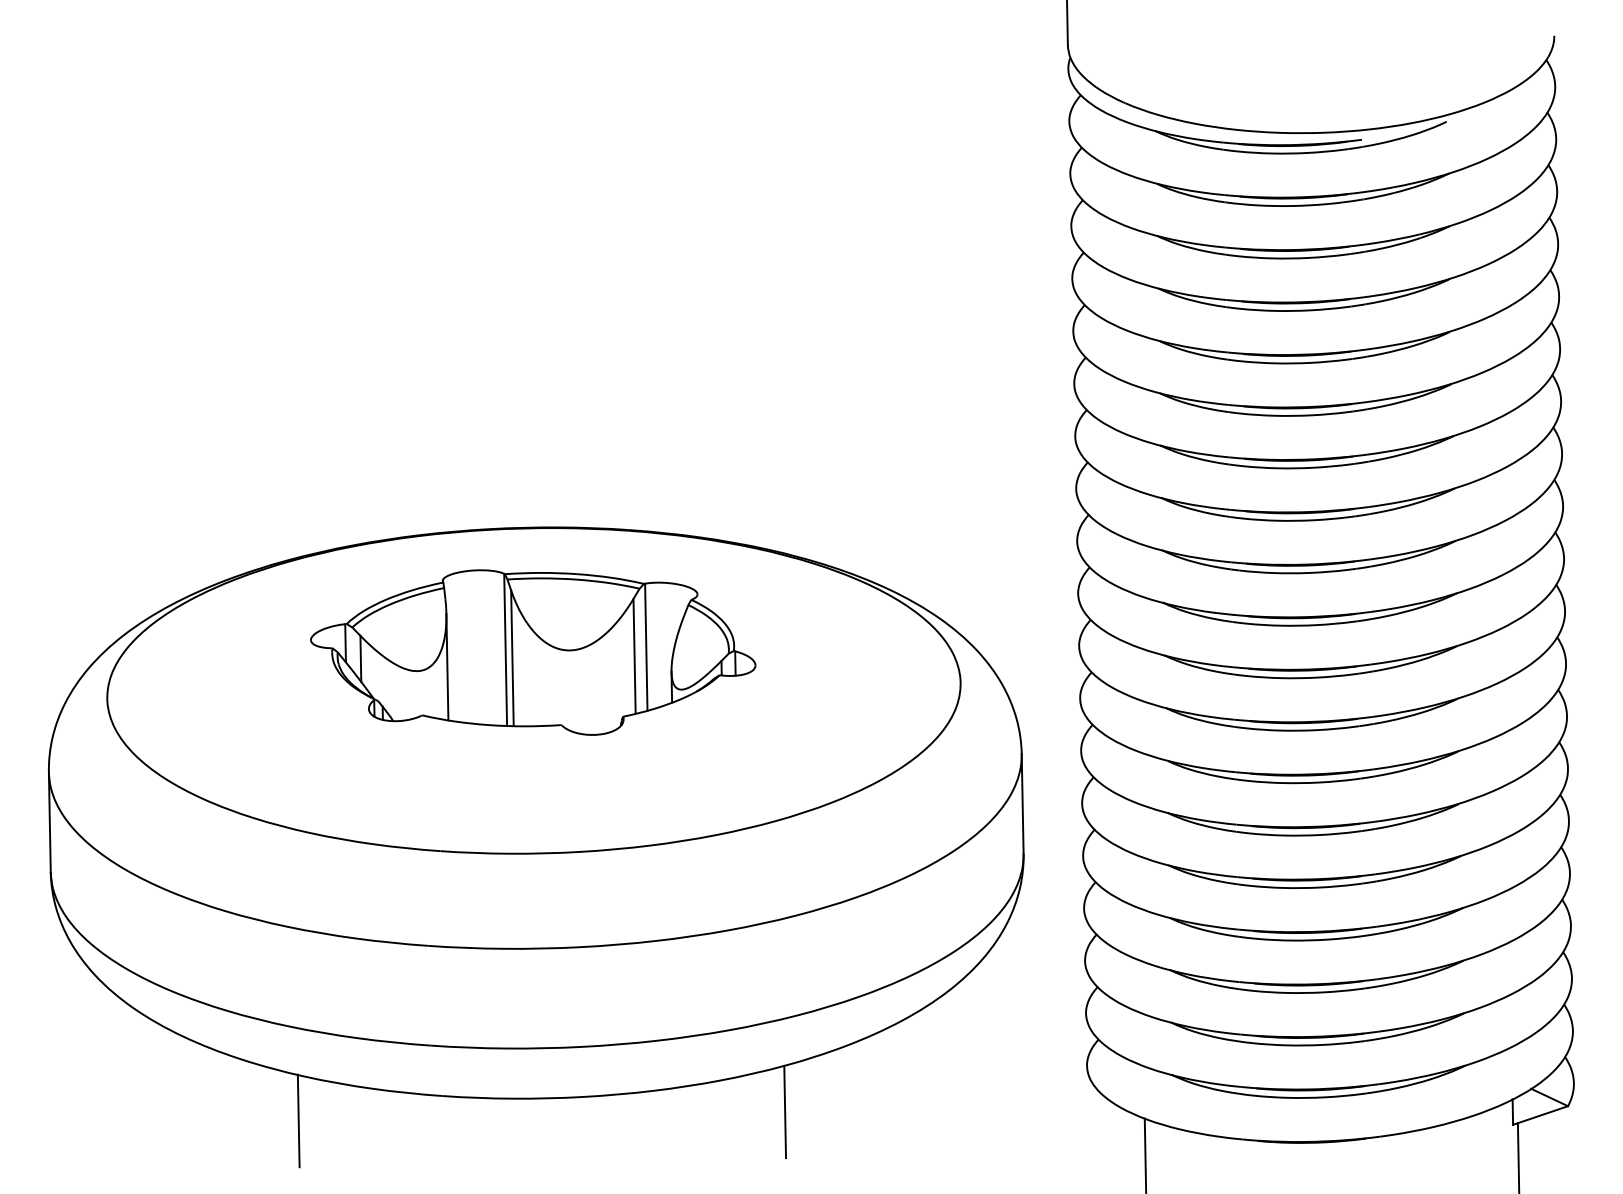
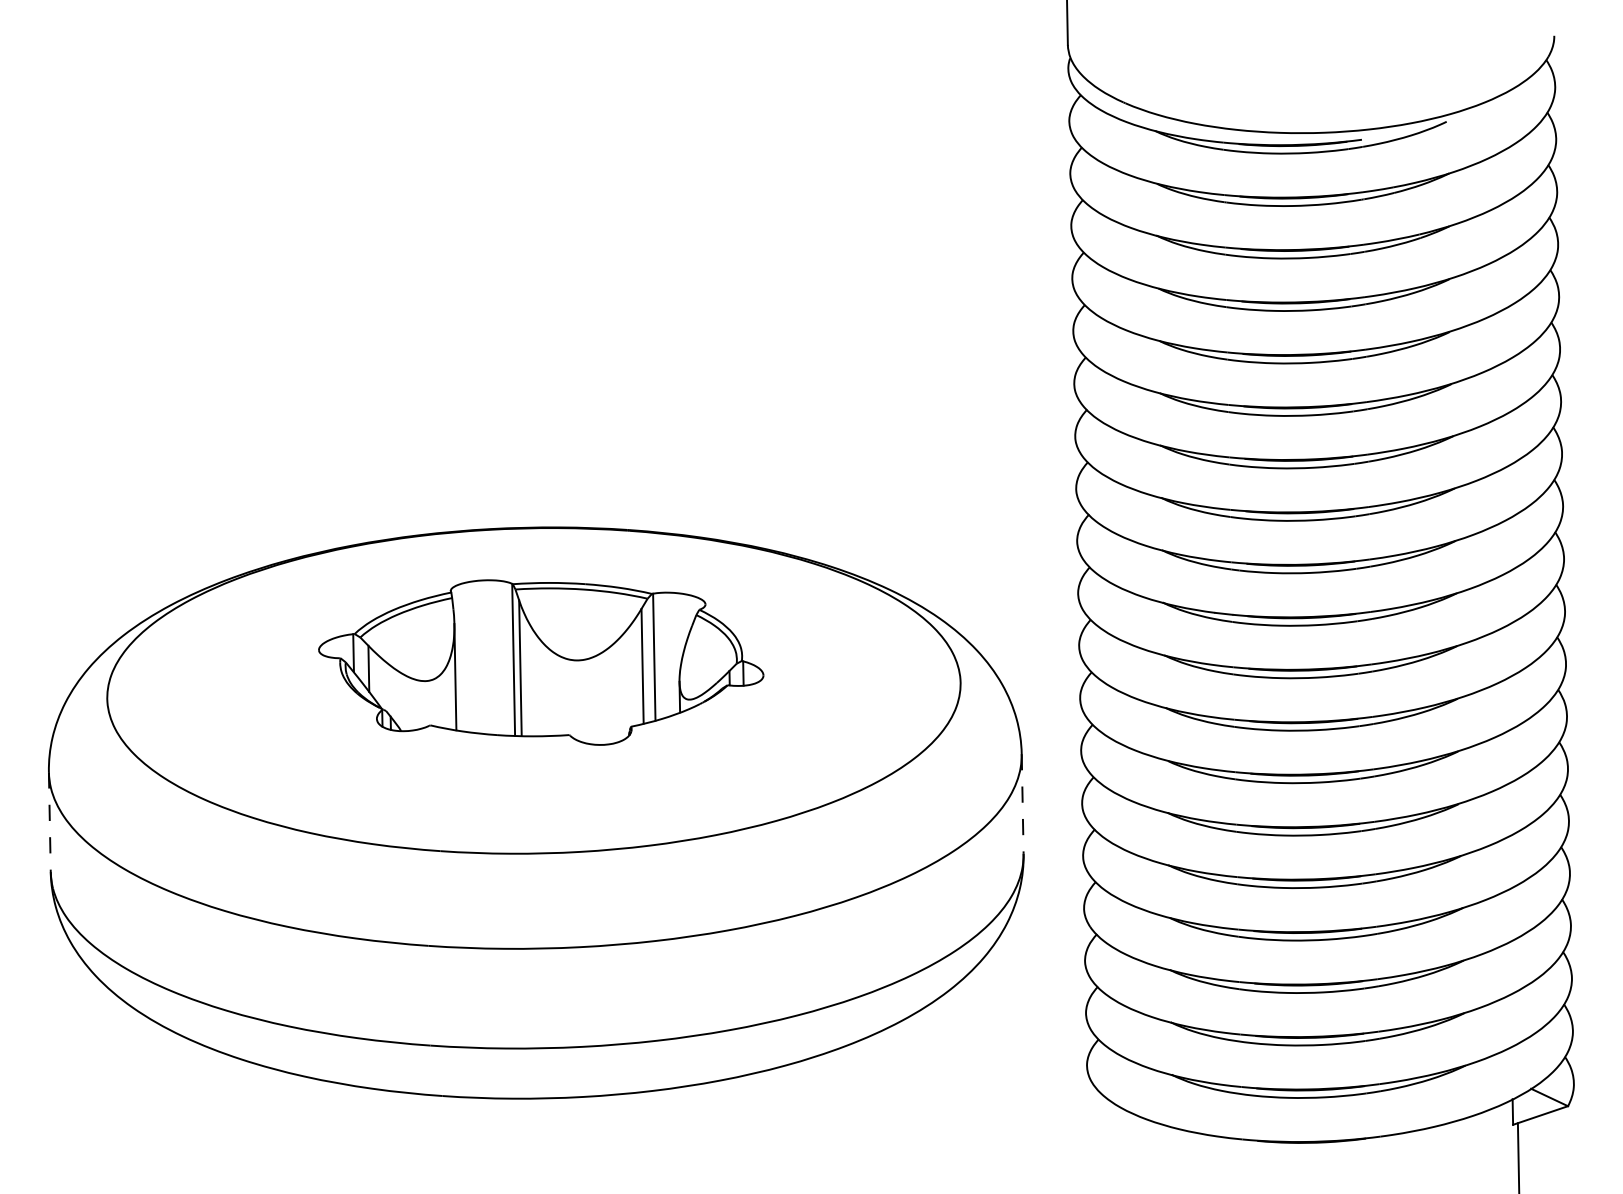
part at (533, 652) position: (533, 652) -> (541, 662)
line at (1022, 803): solid -> dashed
line at (49, 822): solid -> dashed
line at (785, 1111): present -> none
line at (298, 1120): present -> none
line at (1145, 1154): present -> none
